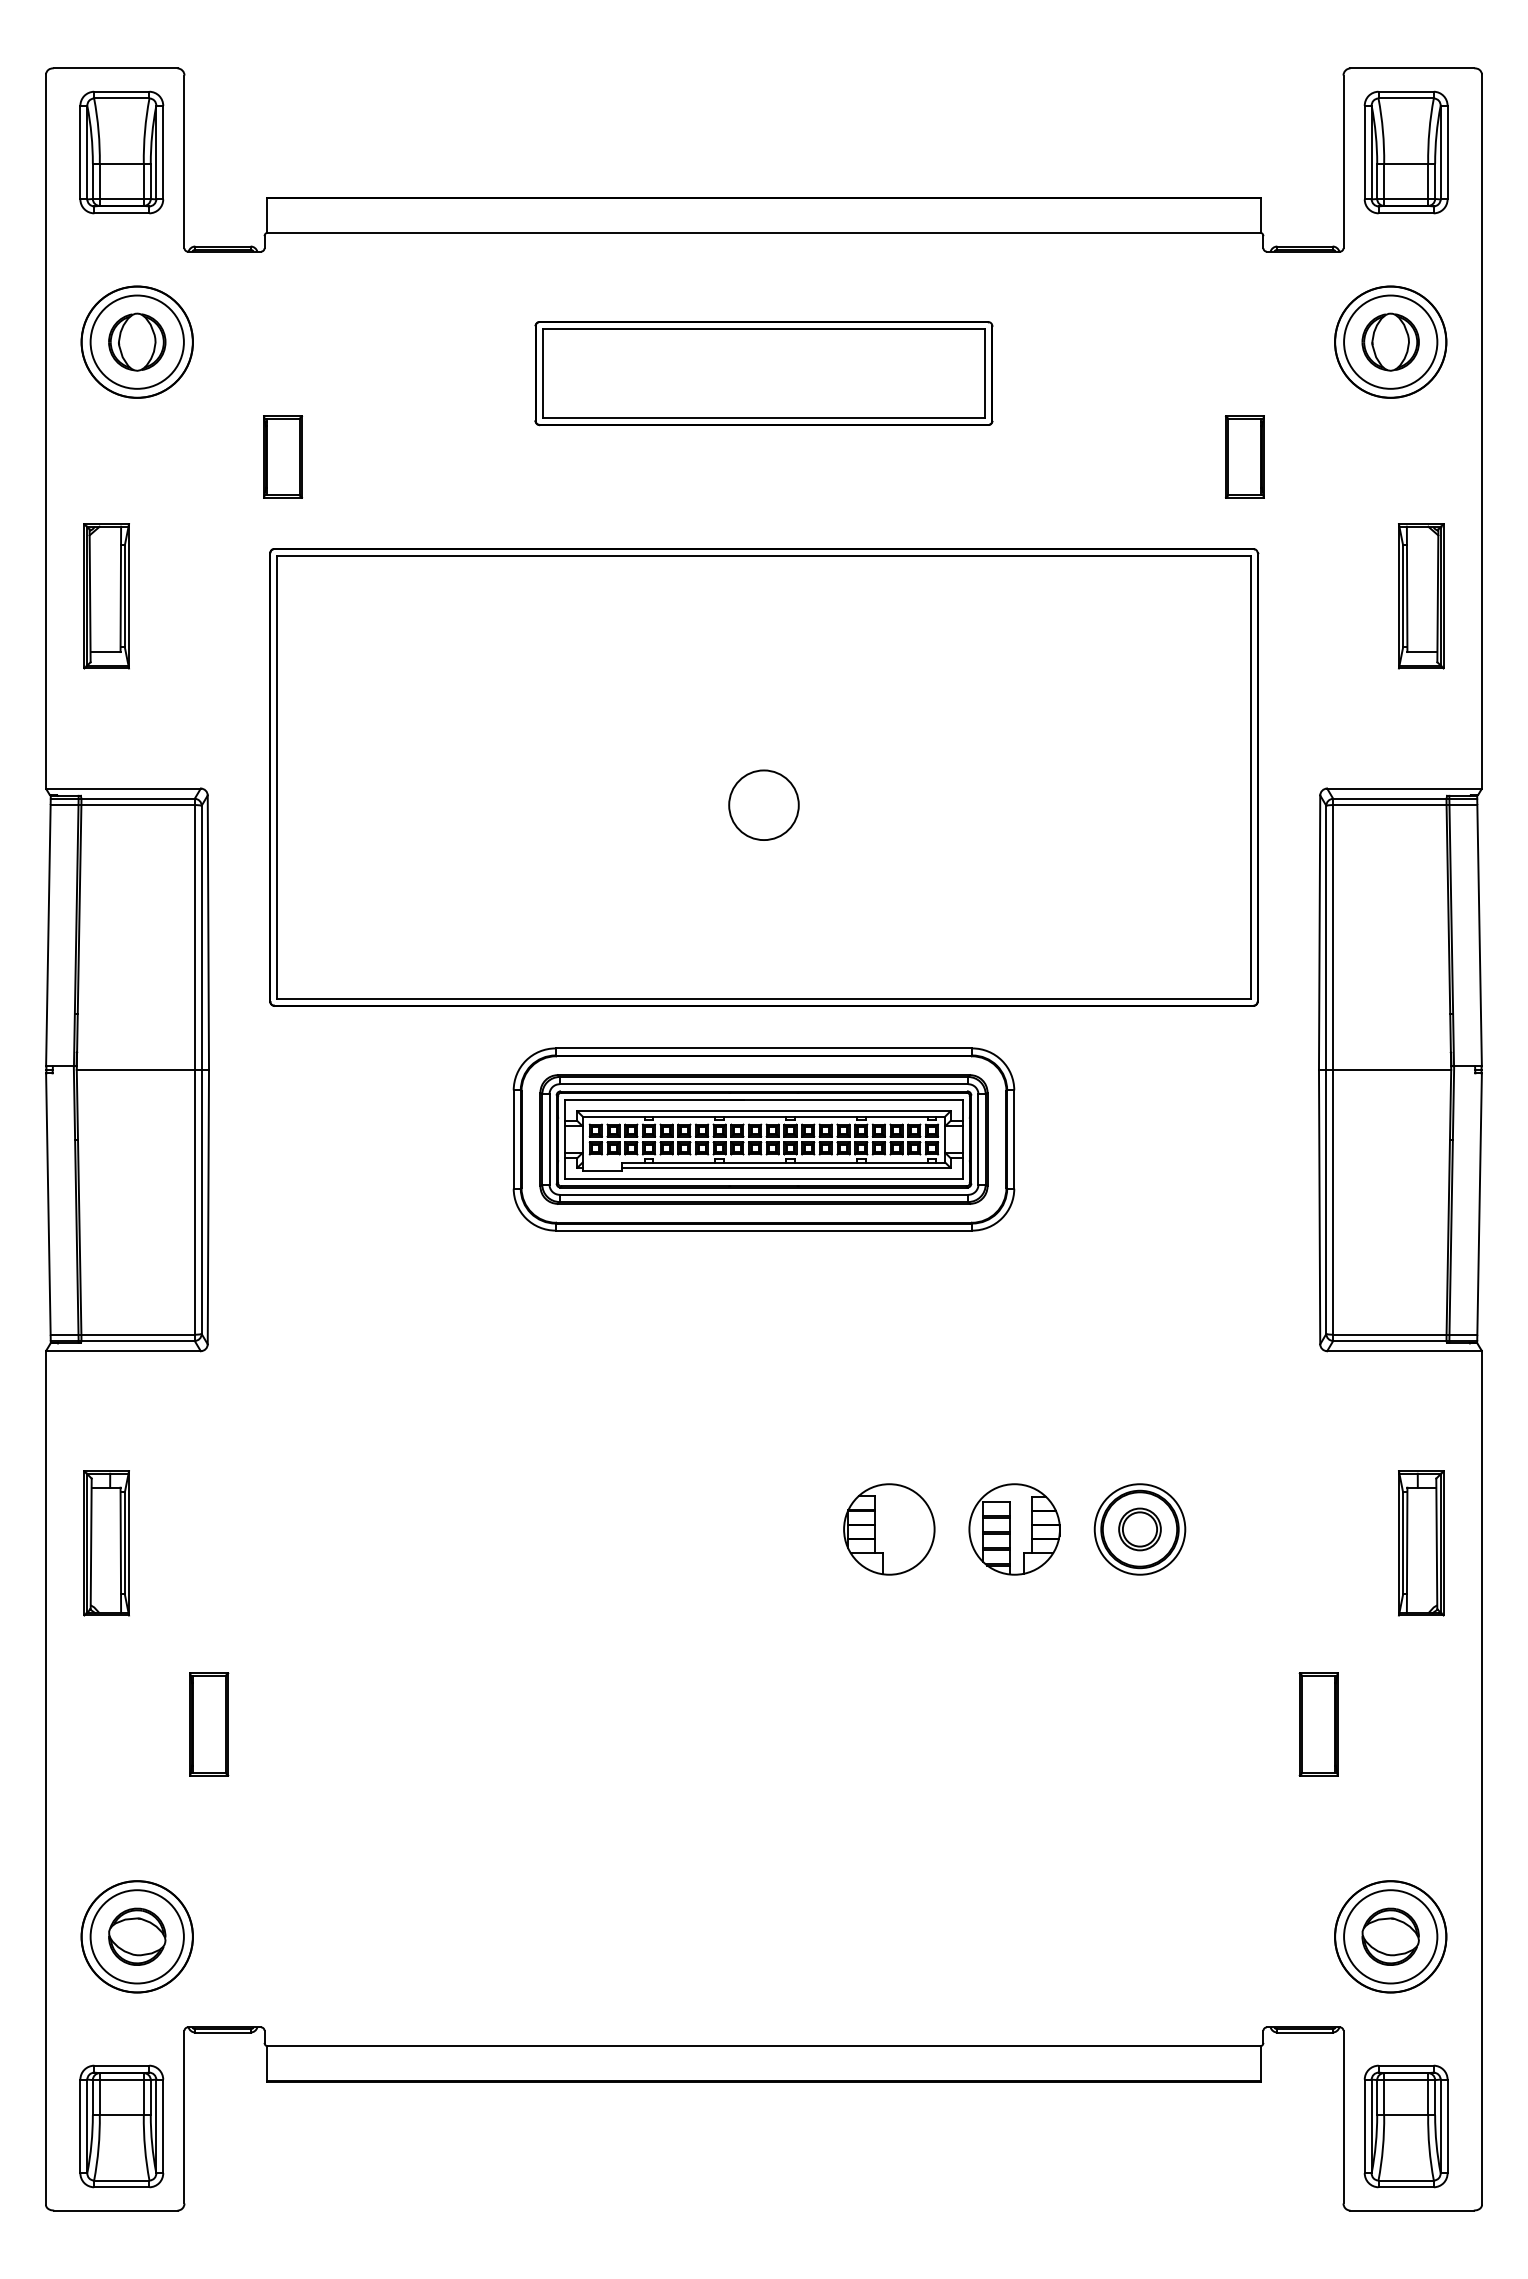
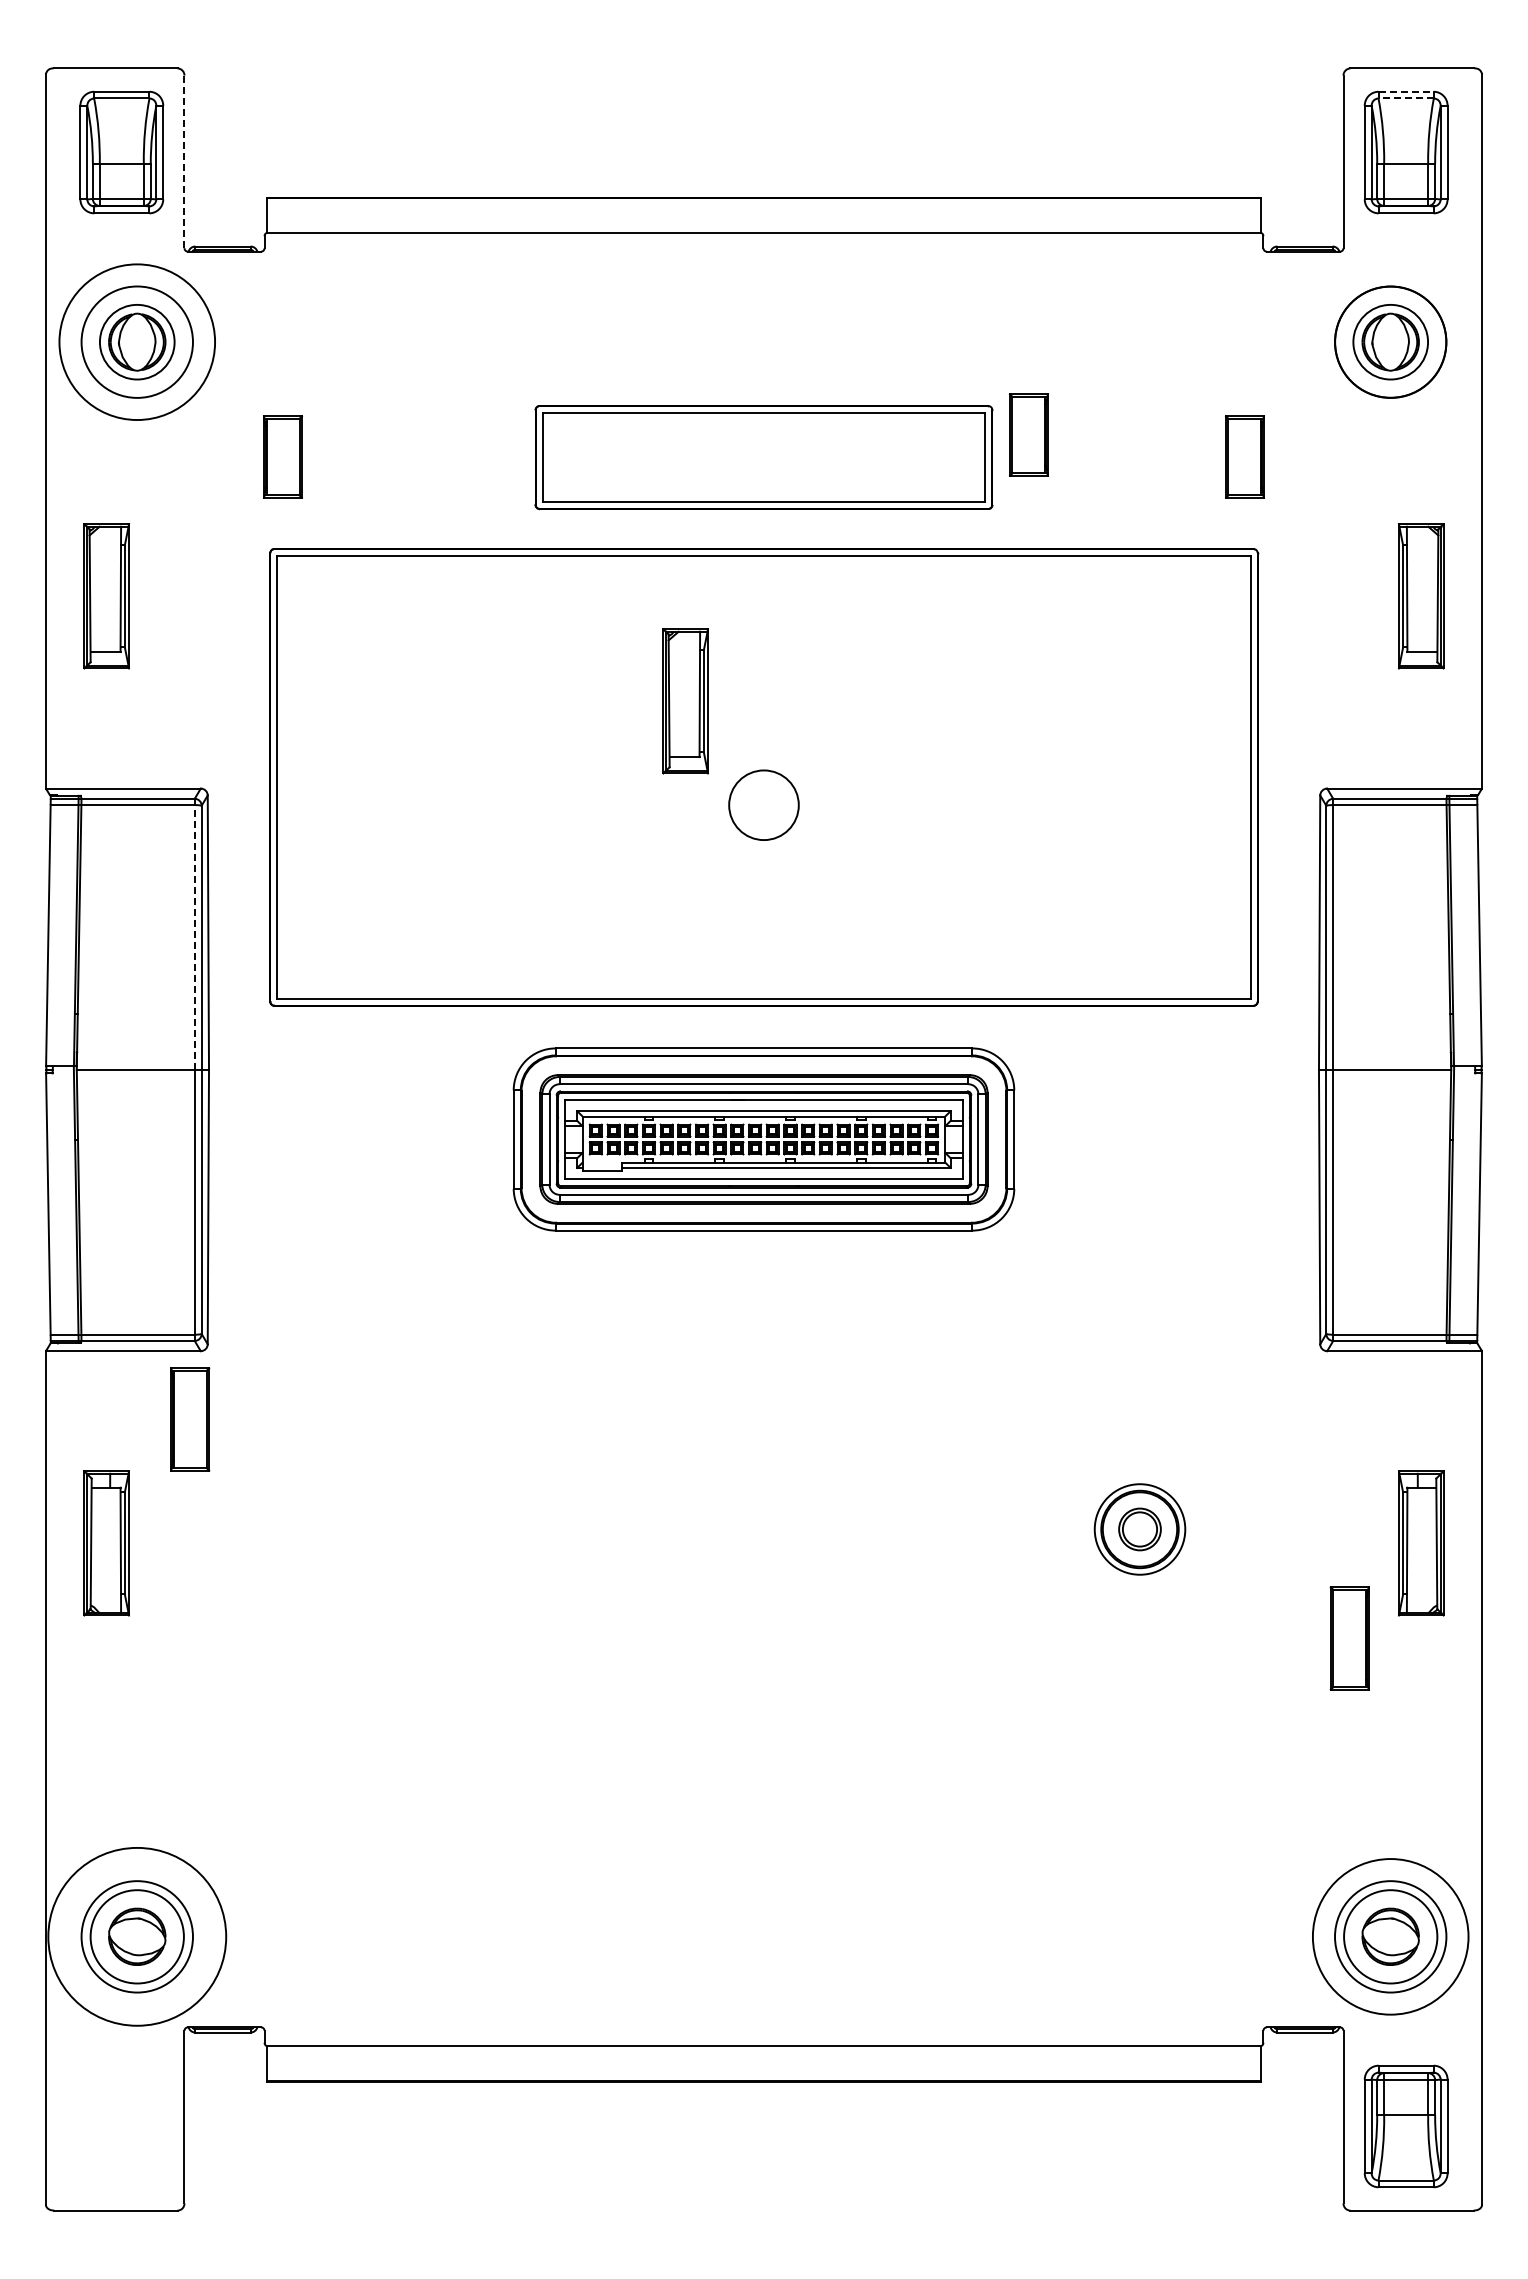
line at (1406, 91): solid -> dashed
line at (1406, 98): solid -> dashed
line at (184, 162): solid -> dashed
circle at (136, 341) diameter: 111 px -> 156 px
circle at (136, 341) diameter: 93 px -> 75 px
circle at (1390, 341) diameter: 93 px -> 75 px
part at (763, 373) position: (763, 373) -> (763, 457)
part at (1028, 434): none -> present
part at (685, 701): none -> present
line at (194, 937): solid -> dashed
part at (889, 1529): present -> none
part at (1014, 1529): present -> none
part at (209, 1724) position: (209, 1724) -> (190, 1419)
part at (1318, 1724) position: (1318, 1724) -> (1349, 1638)
circle at (136, 1936) diameter: 111 px -> 178 px
circle at (1390, 1936) diameter: 111 px -> 156 px
part at (121, 2126): present -> none
